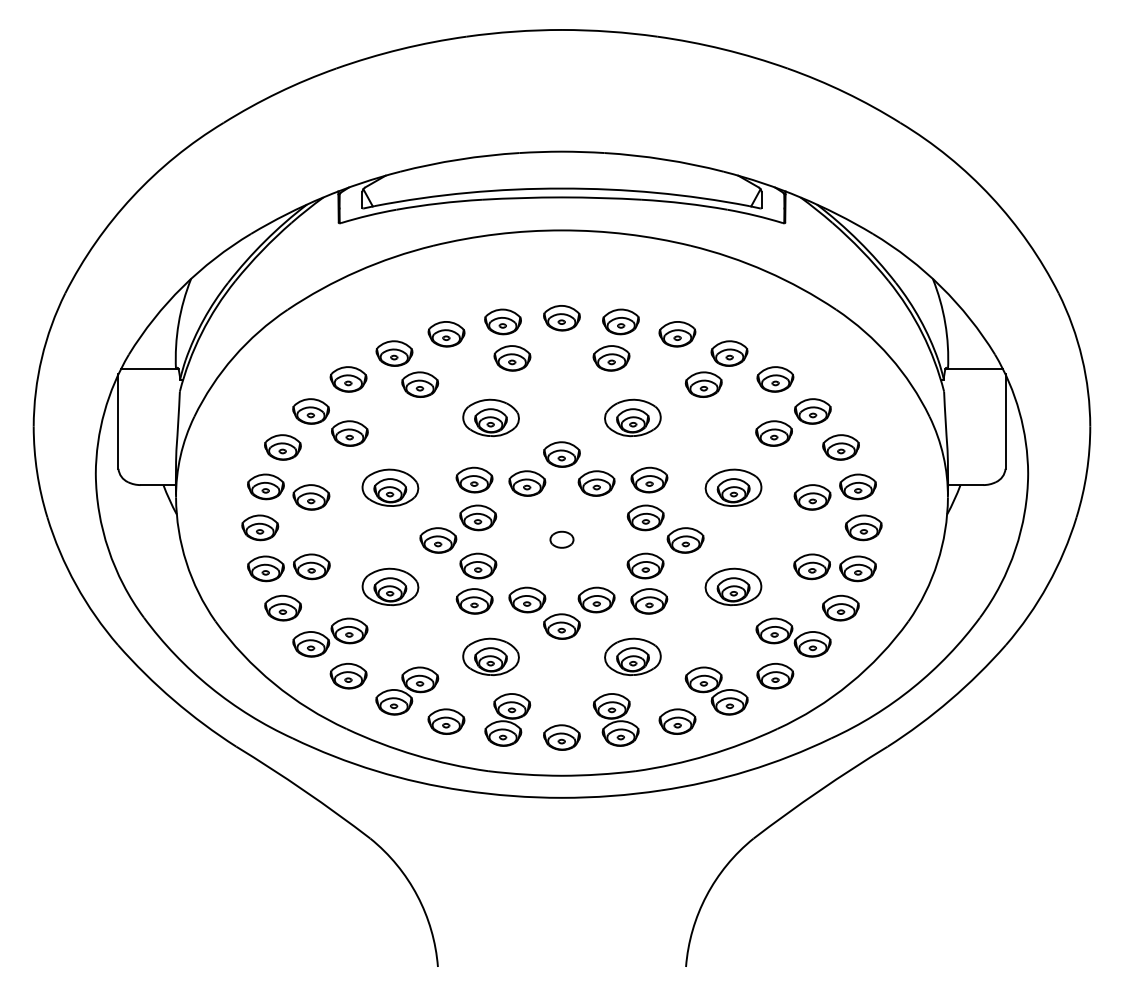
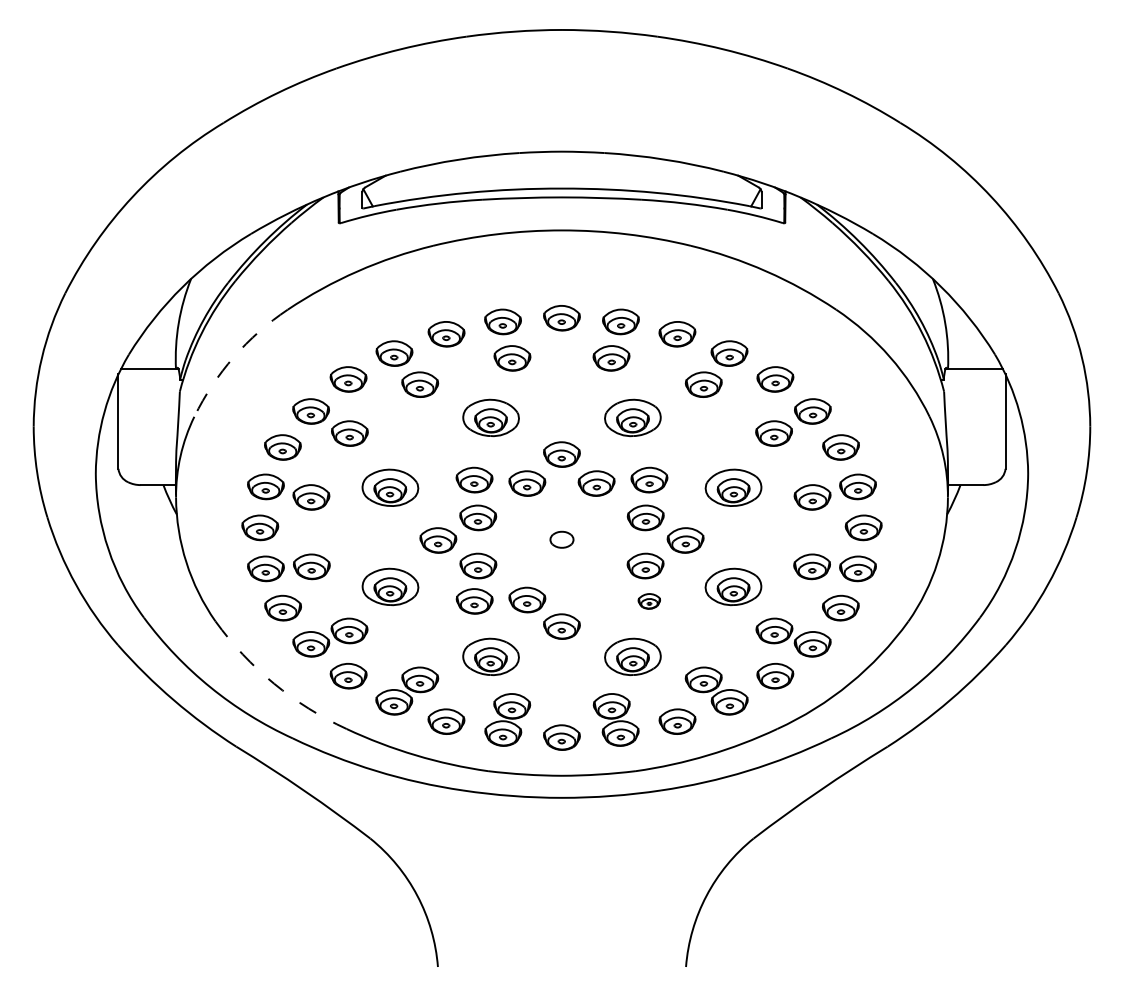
arc at (233, 357): solid -> dashed
part at (596, 599): present -> none
part at (649, 601) size: 39x27 px -> 24x17 px
arc at (274, 683): solid -> dashed
